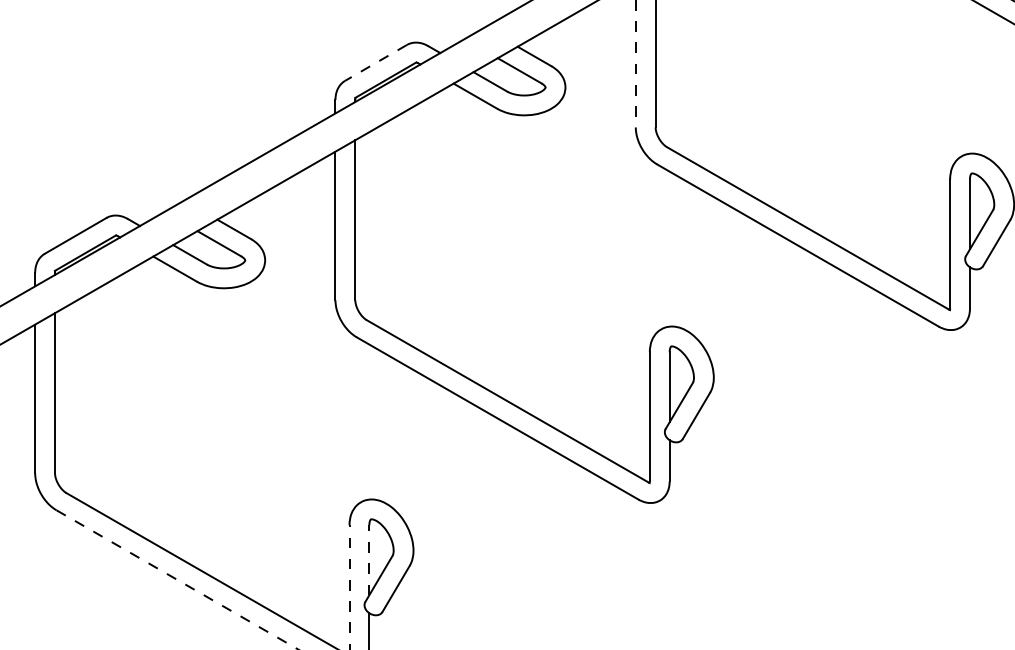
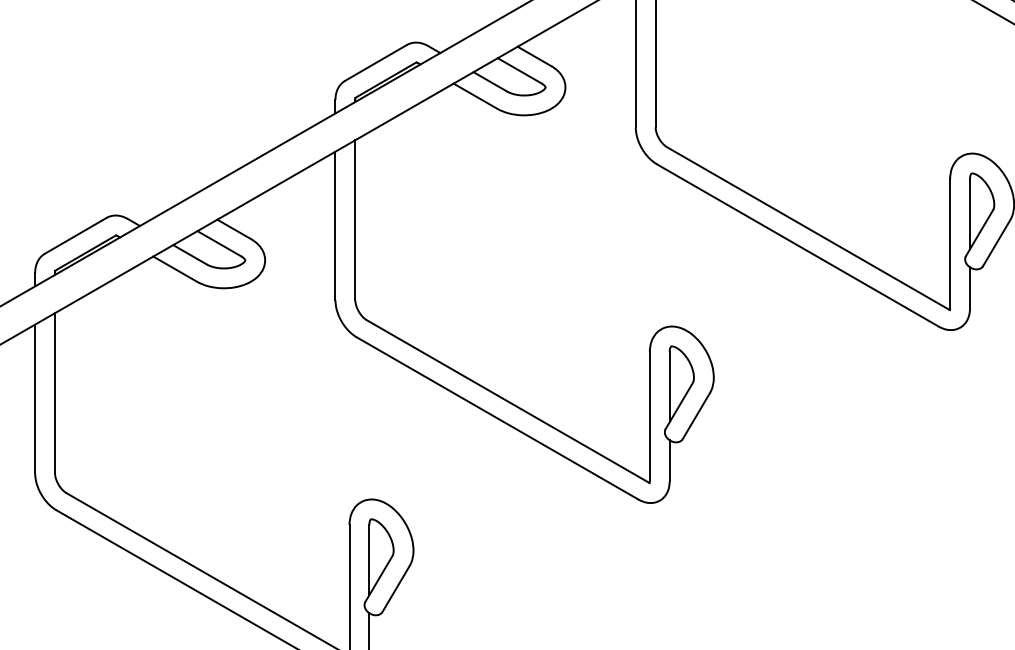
line at (376, 62): dashed -> solid
line at (635, 64): dashed -> solid
line at (369, 560): dashed -> solid
line at (177, 580): dashed -> solid
line at (349, 586): dashed -> solid
